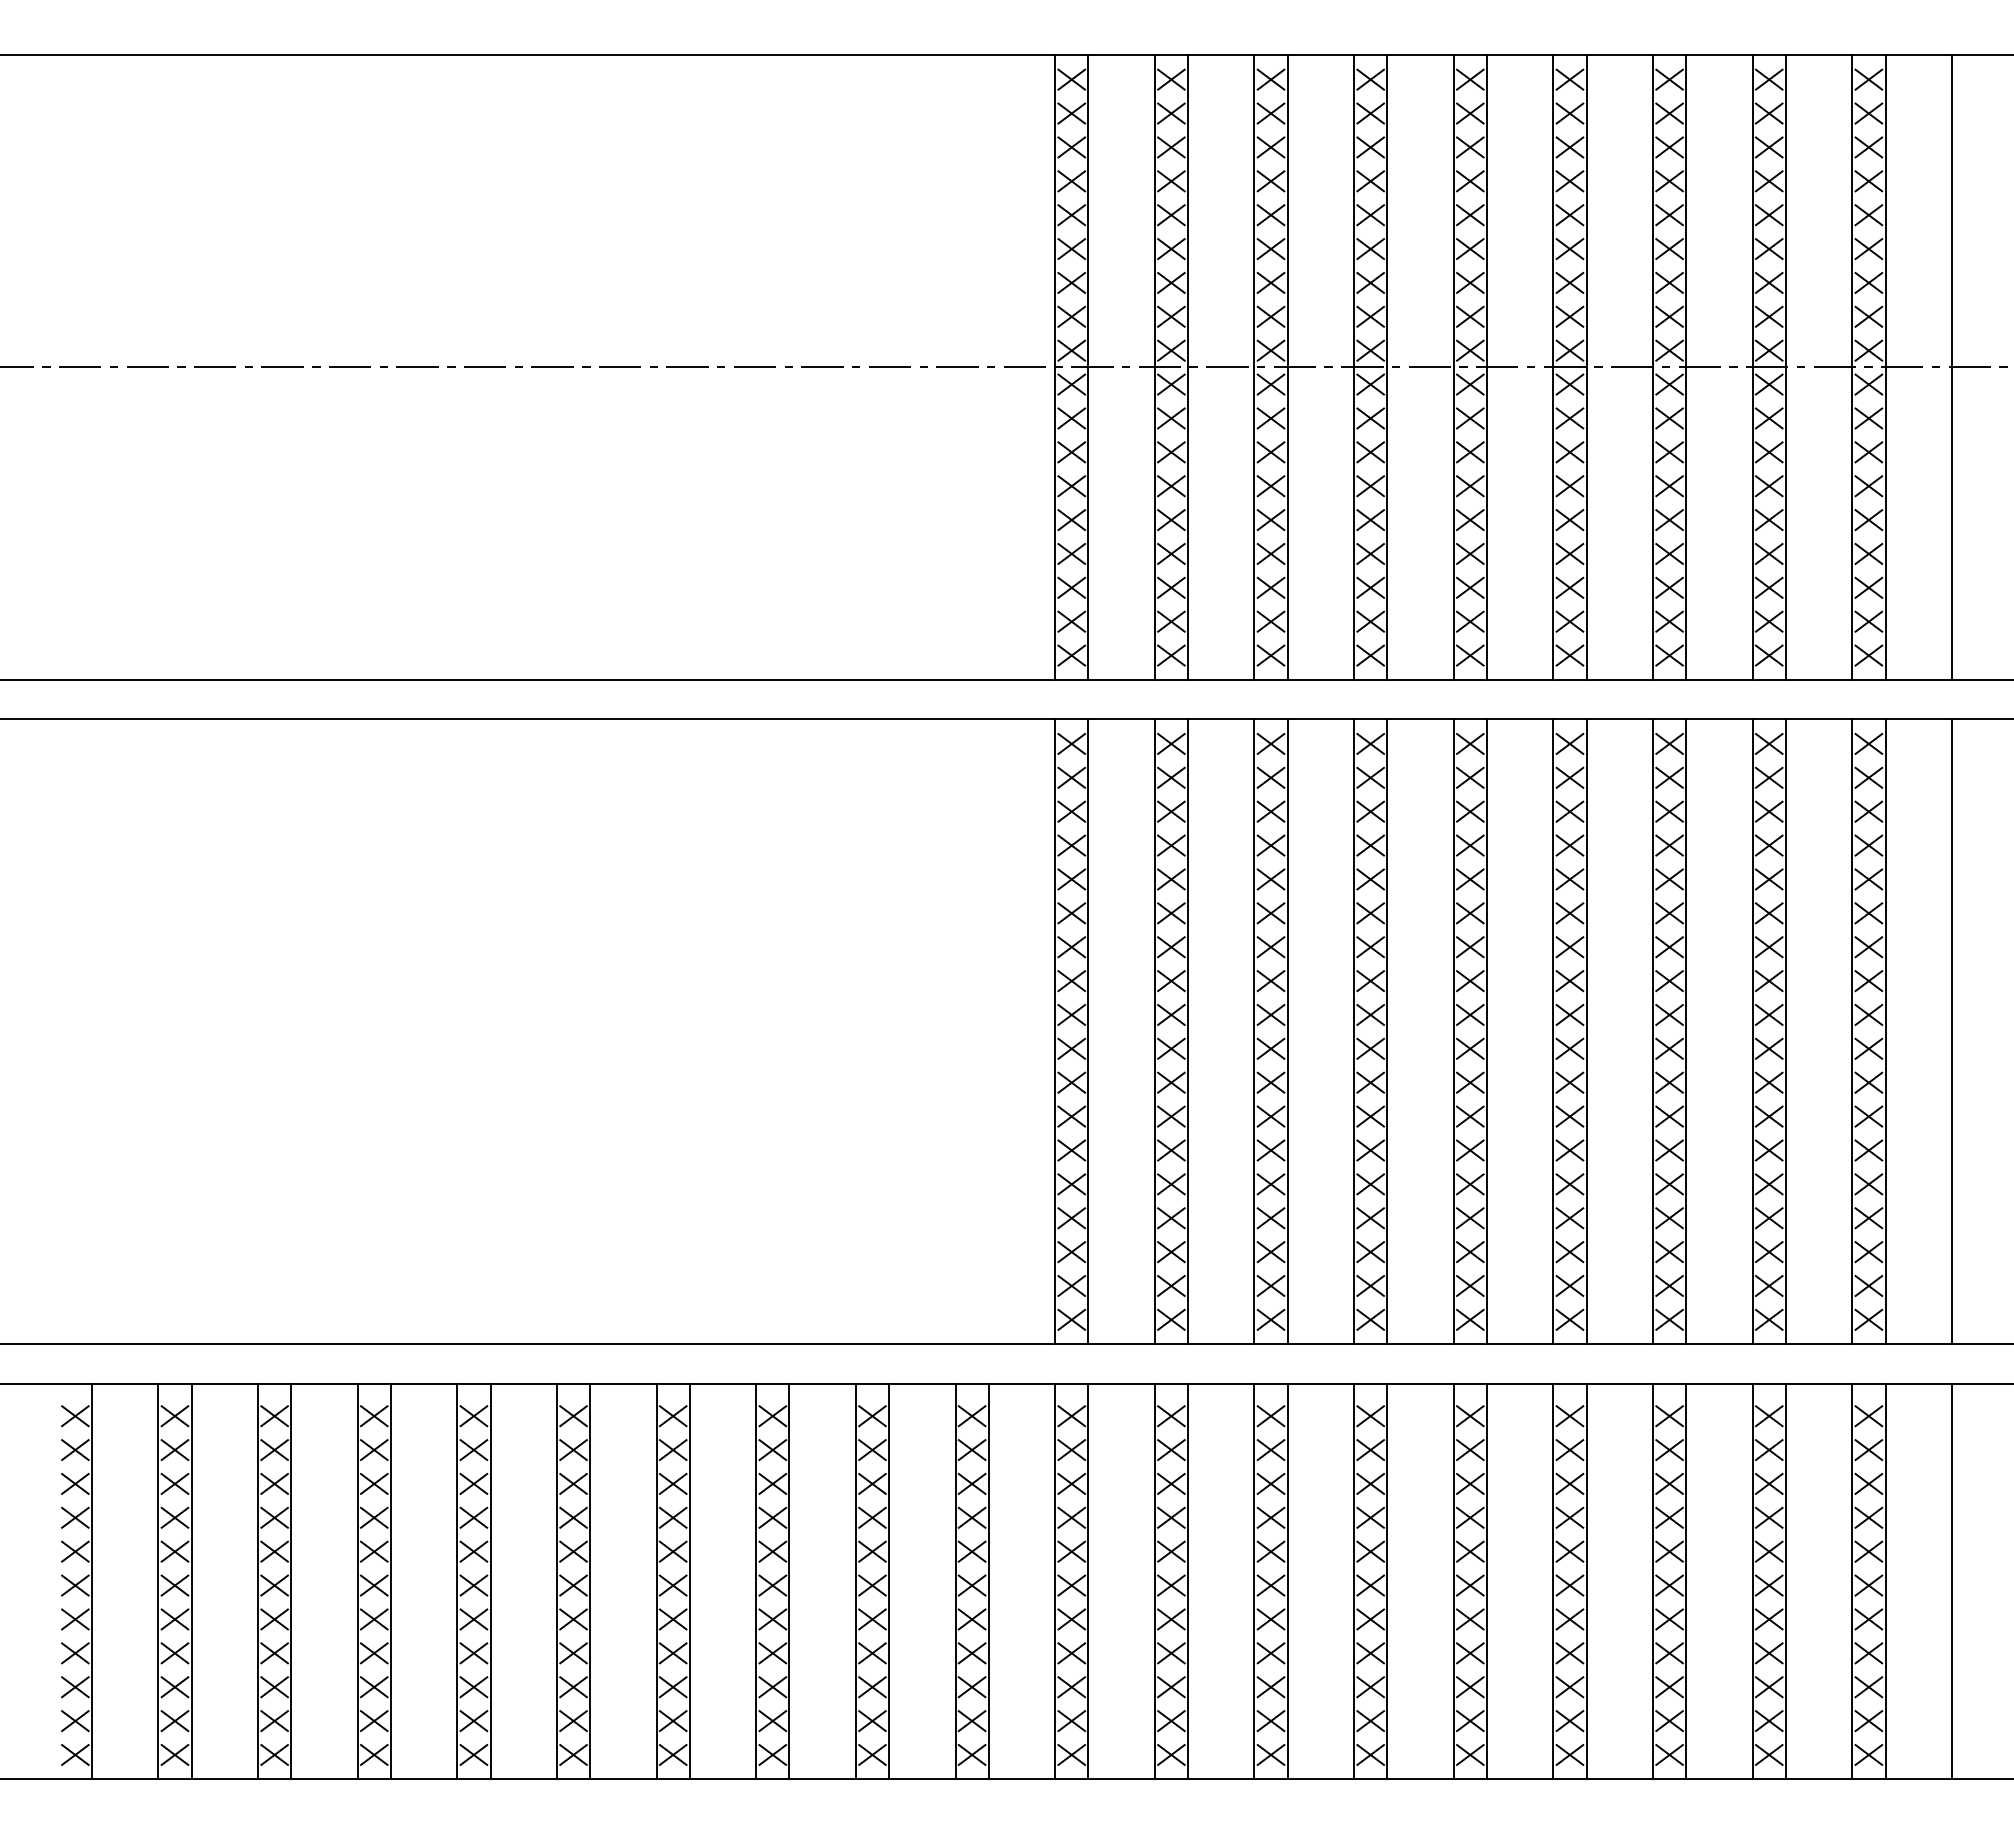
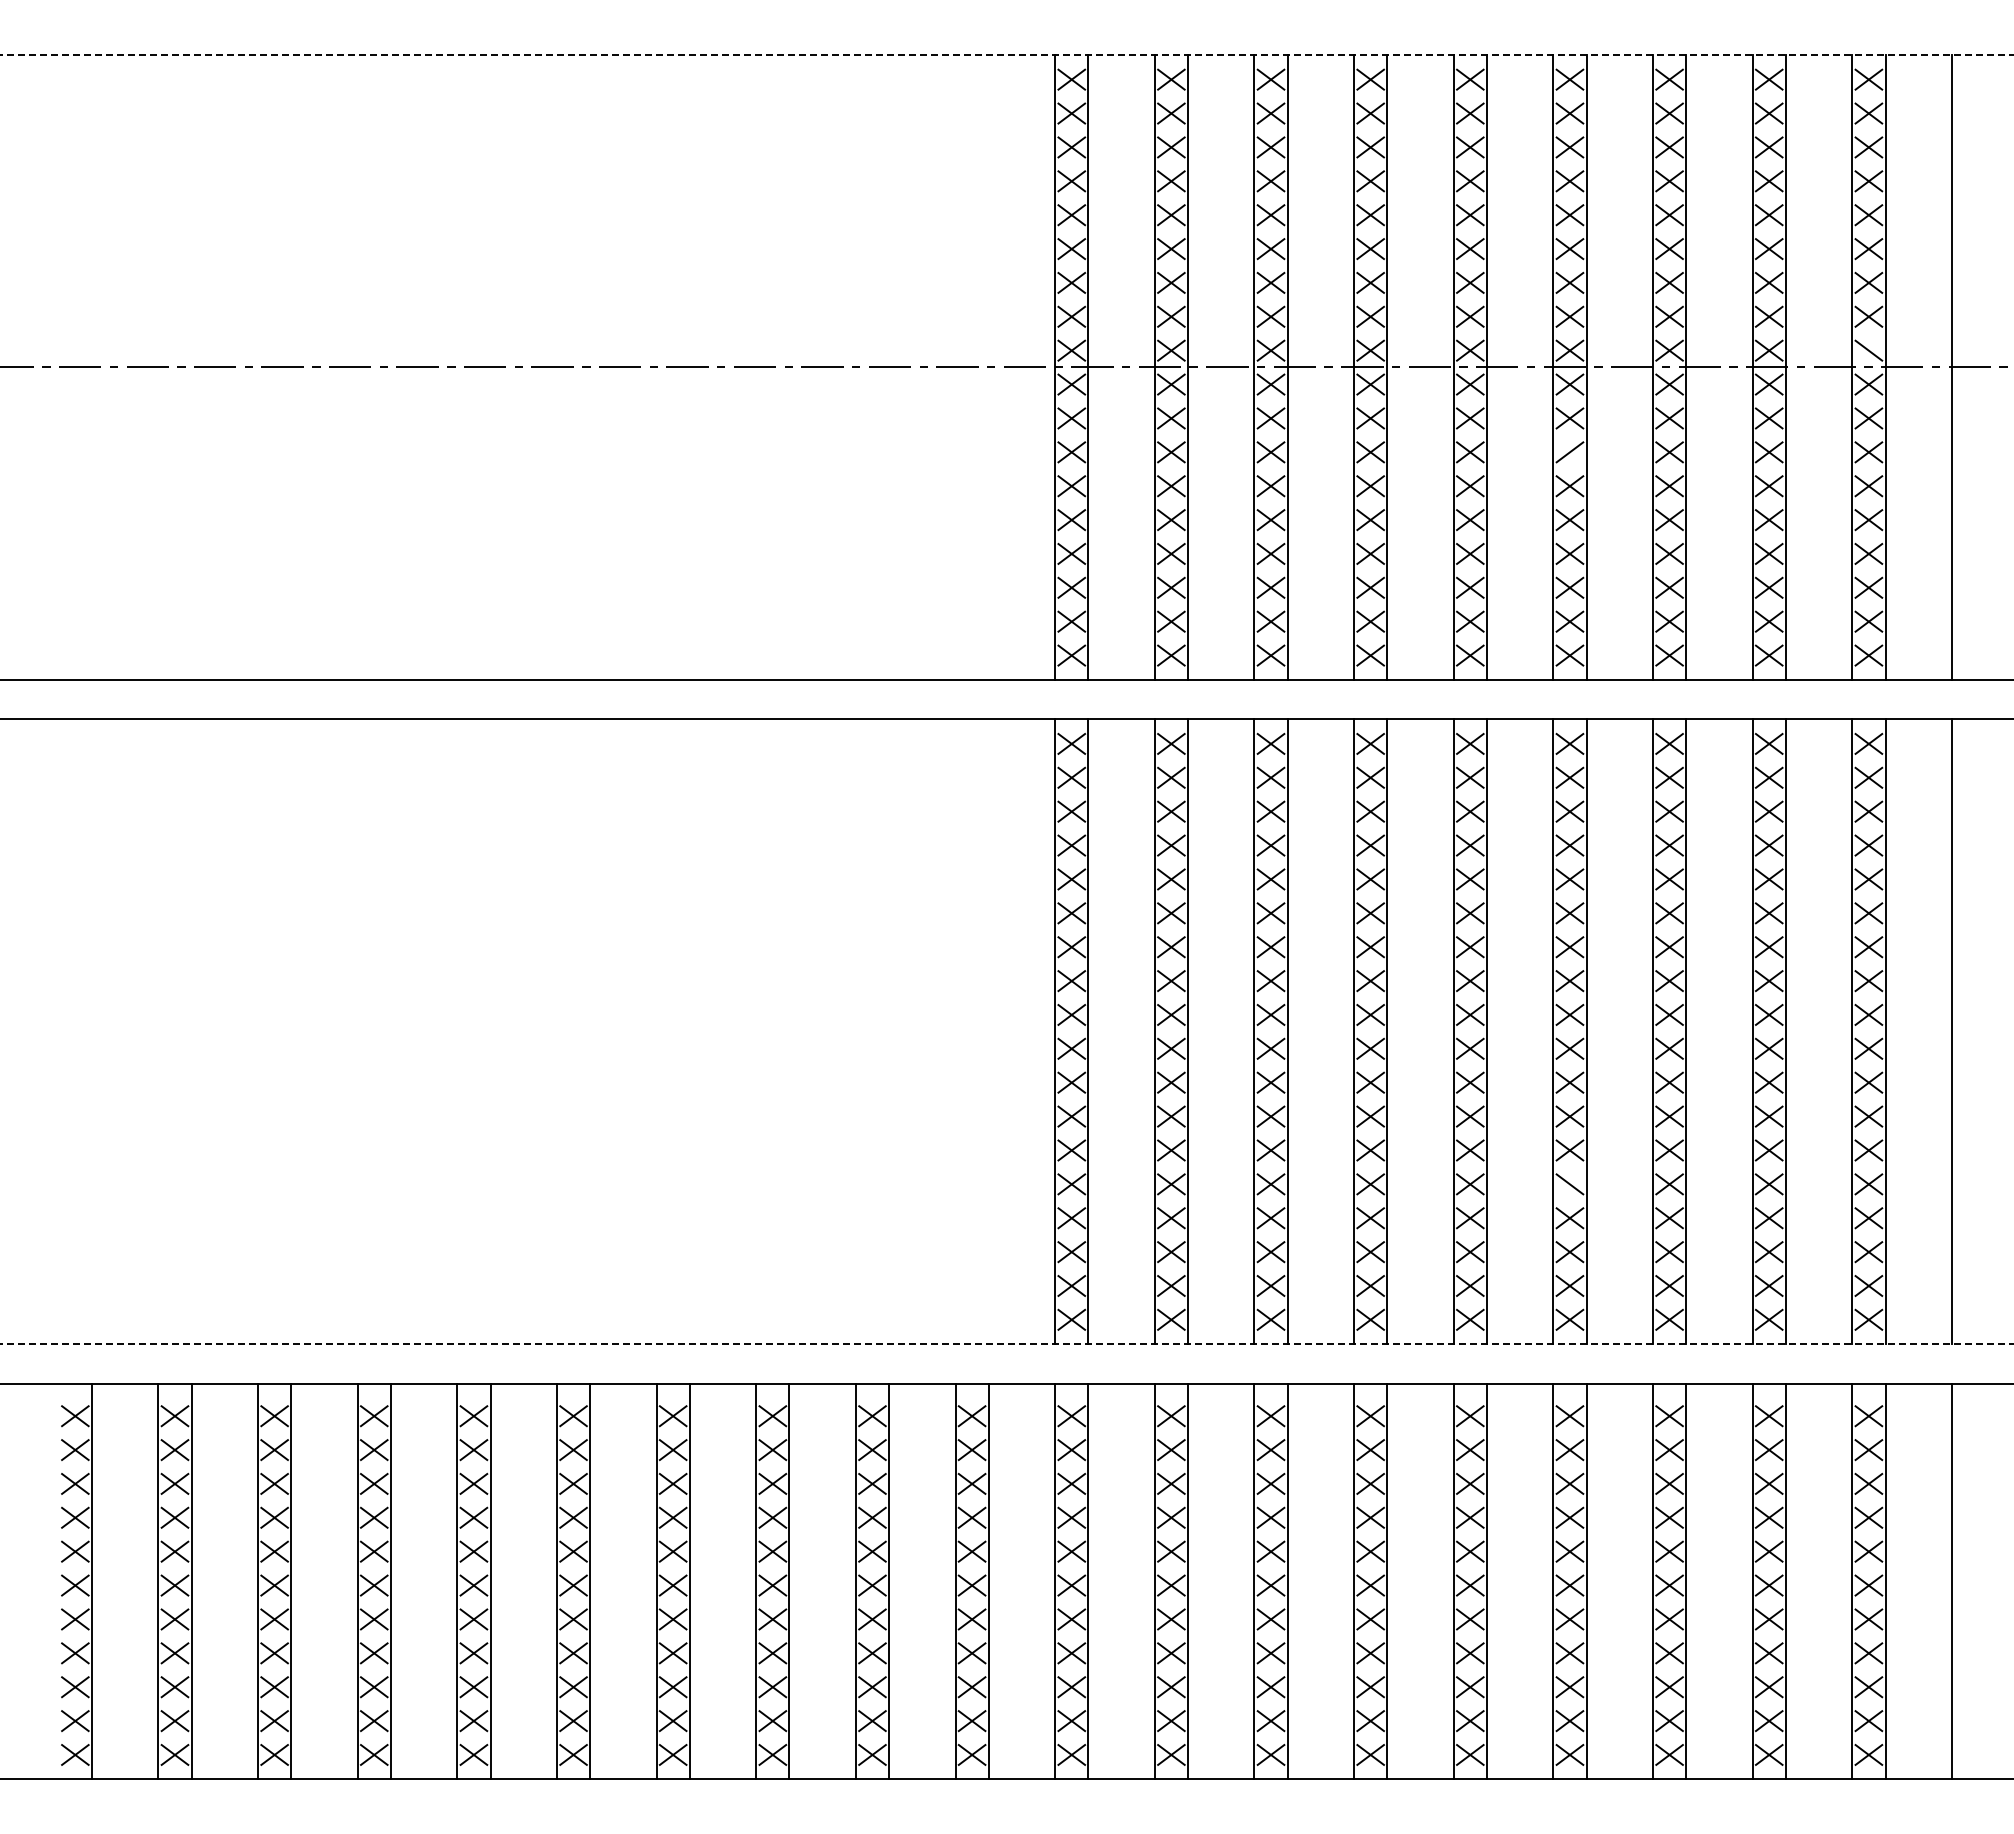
line at (1007, 55): solid -> dashed
line at (1868, 350): present -> none
line at (1569, 452): present -> none
line at (1569, 1184): present -> none
line at (1007, 1343): solid -> dashed
